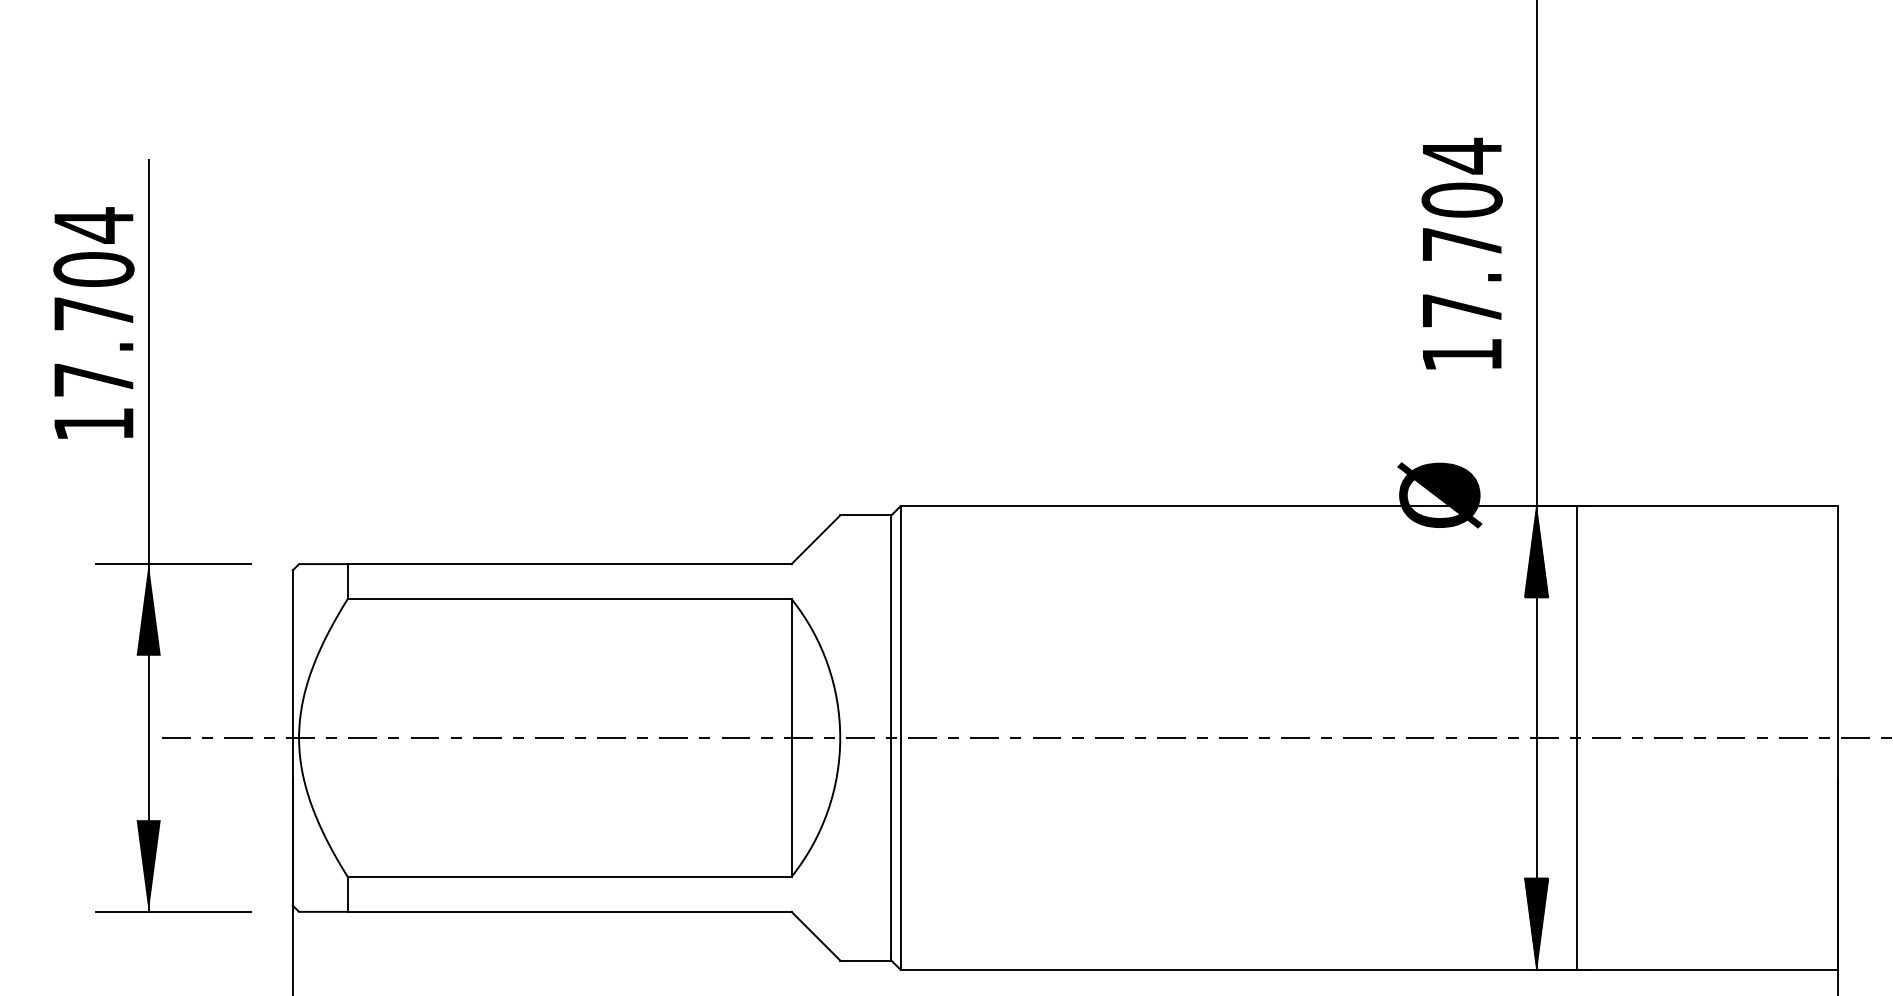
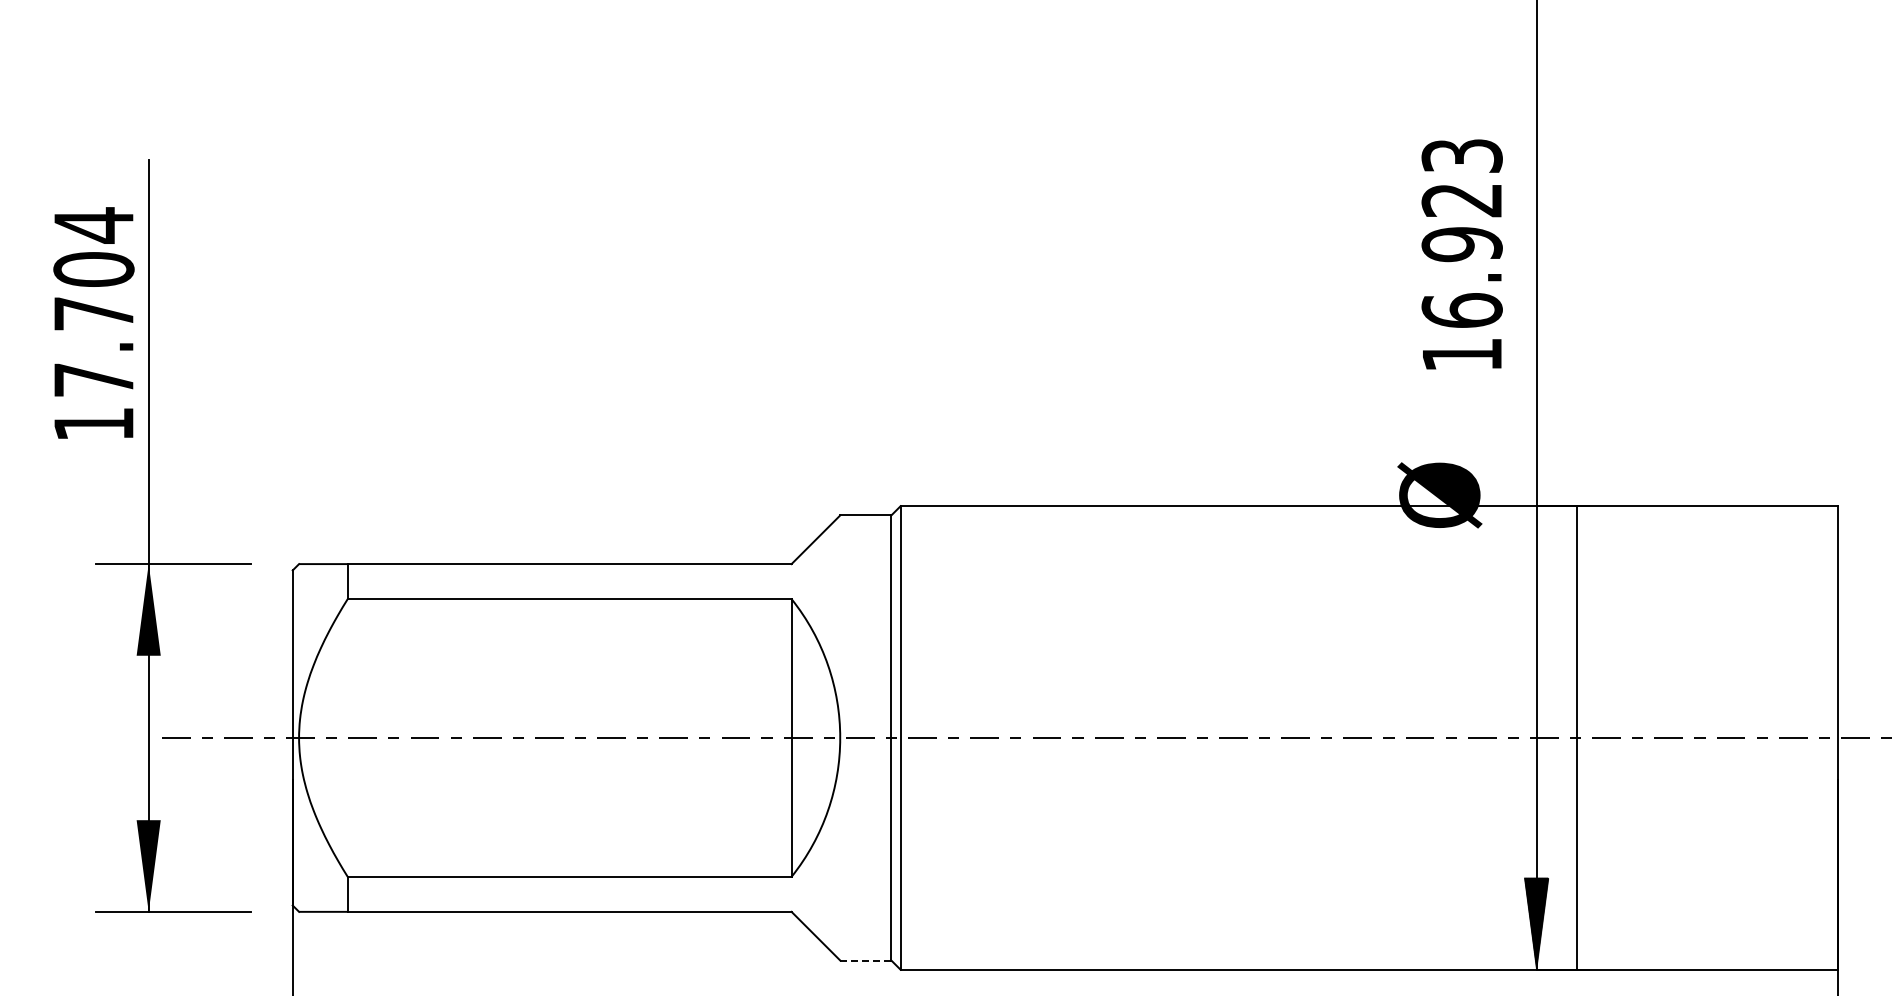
text at (1461, 232): 17.704 -> 16.923
hatch at (1536, 551): present -> none
line at (865, 960): solid -> dashed
